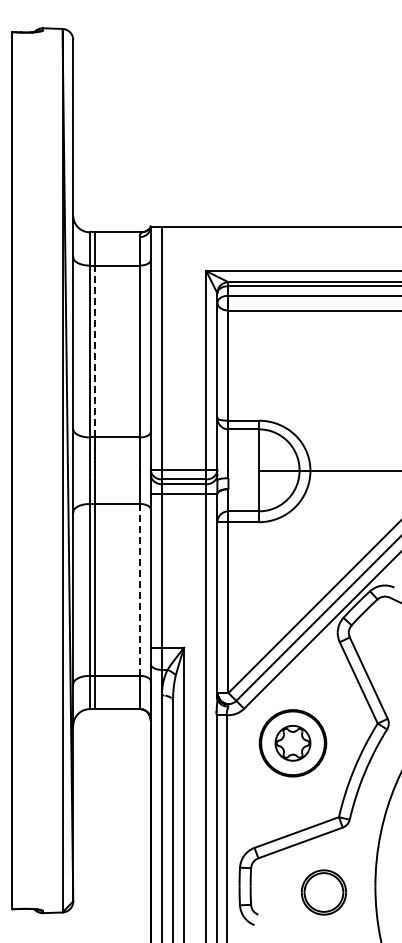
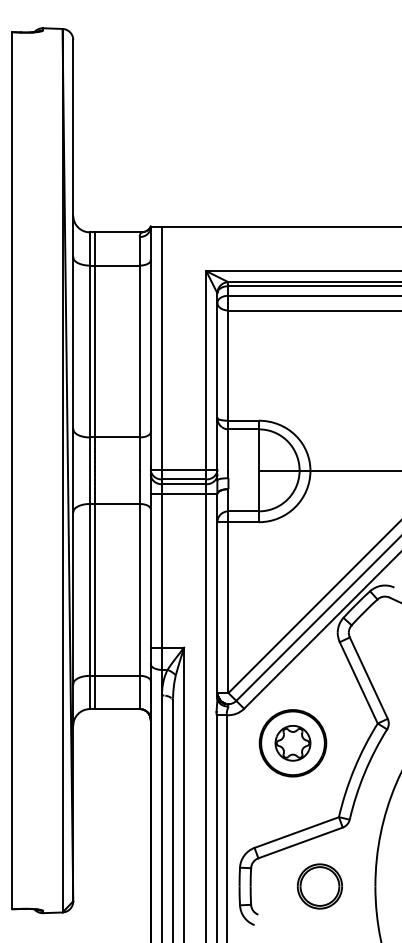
line at (95, 351): dashed -> solid
line at (139, 589): dashed -> solid
part at (323, 892) position: (323, 892) -> (319, 886)
